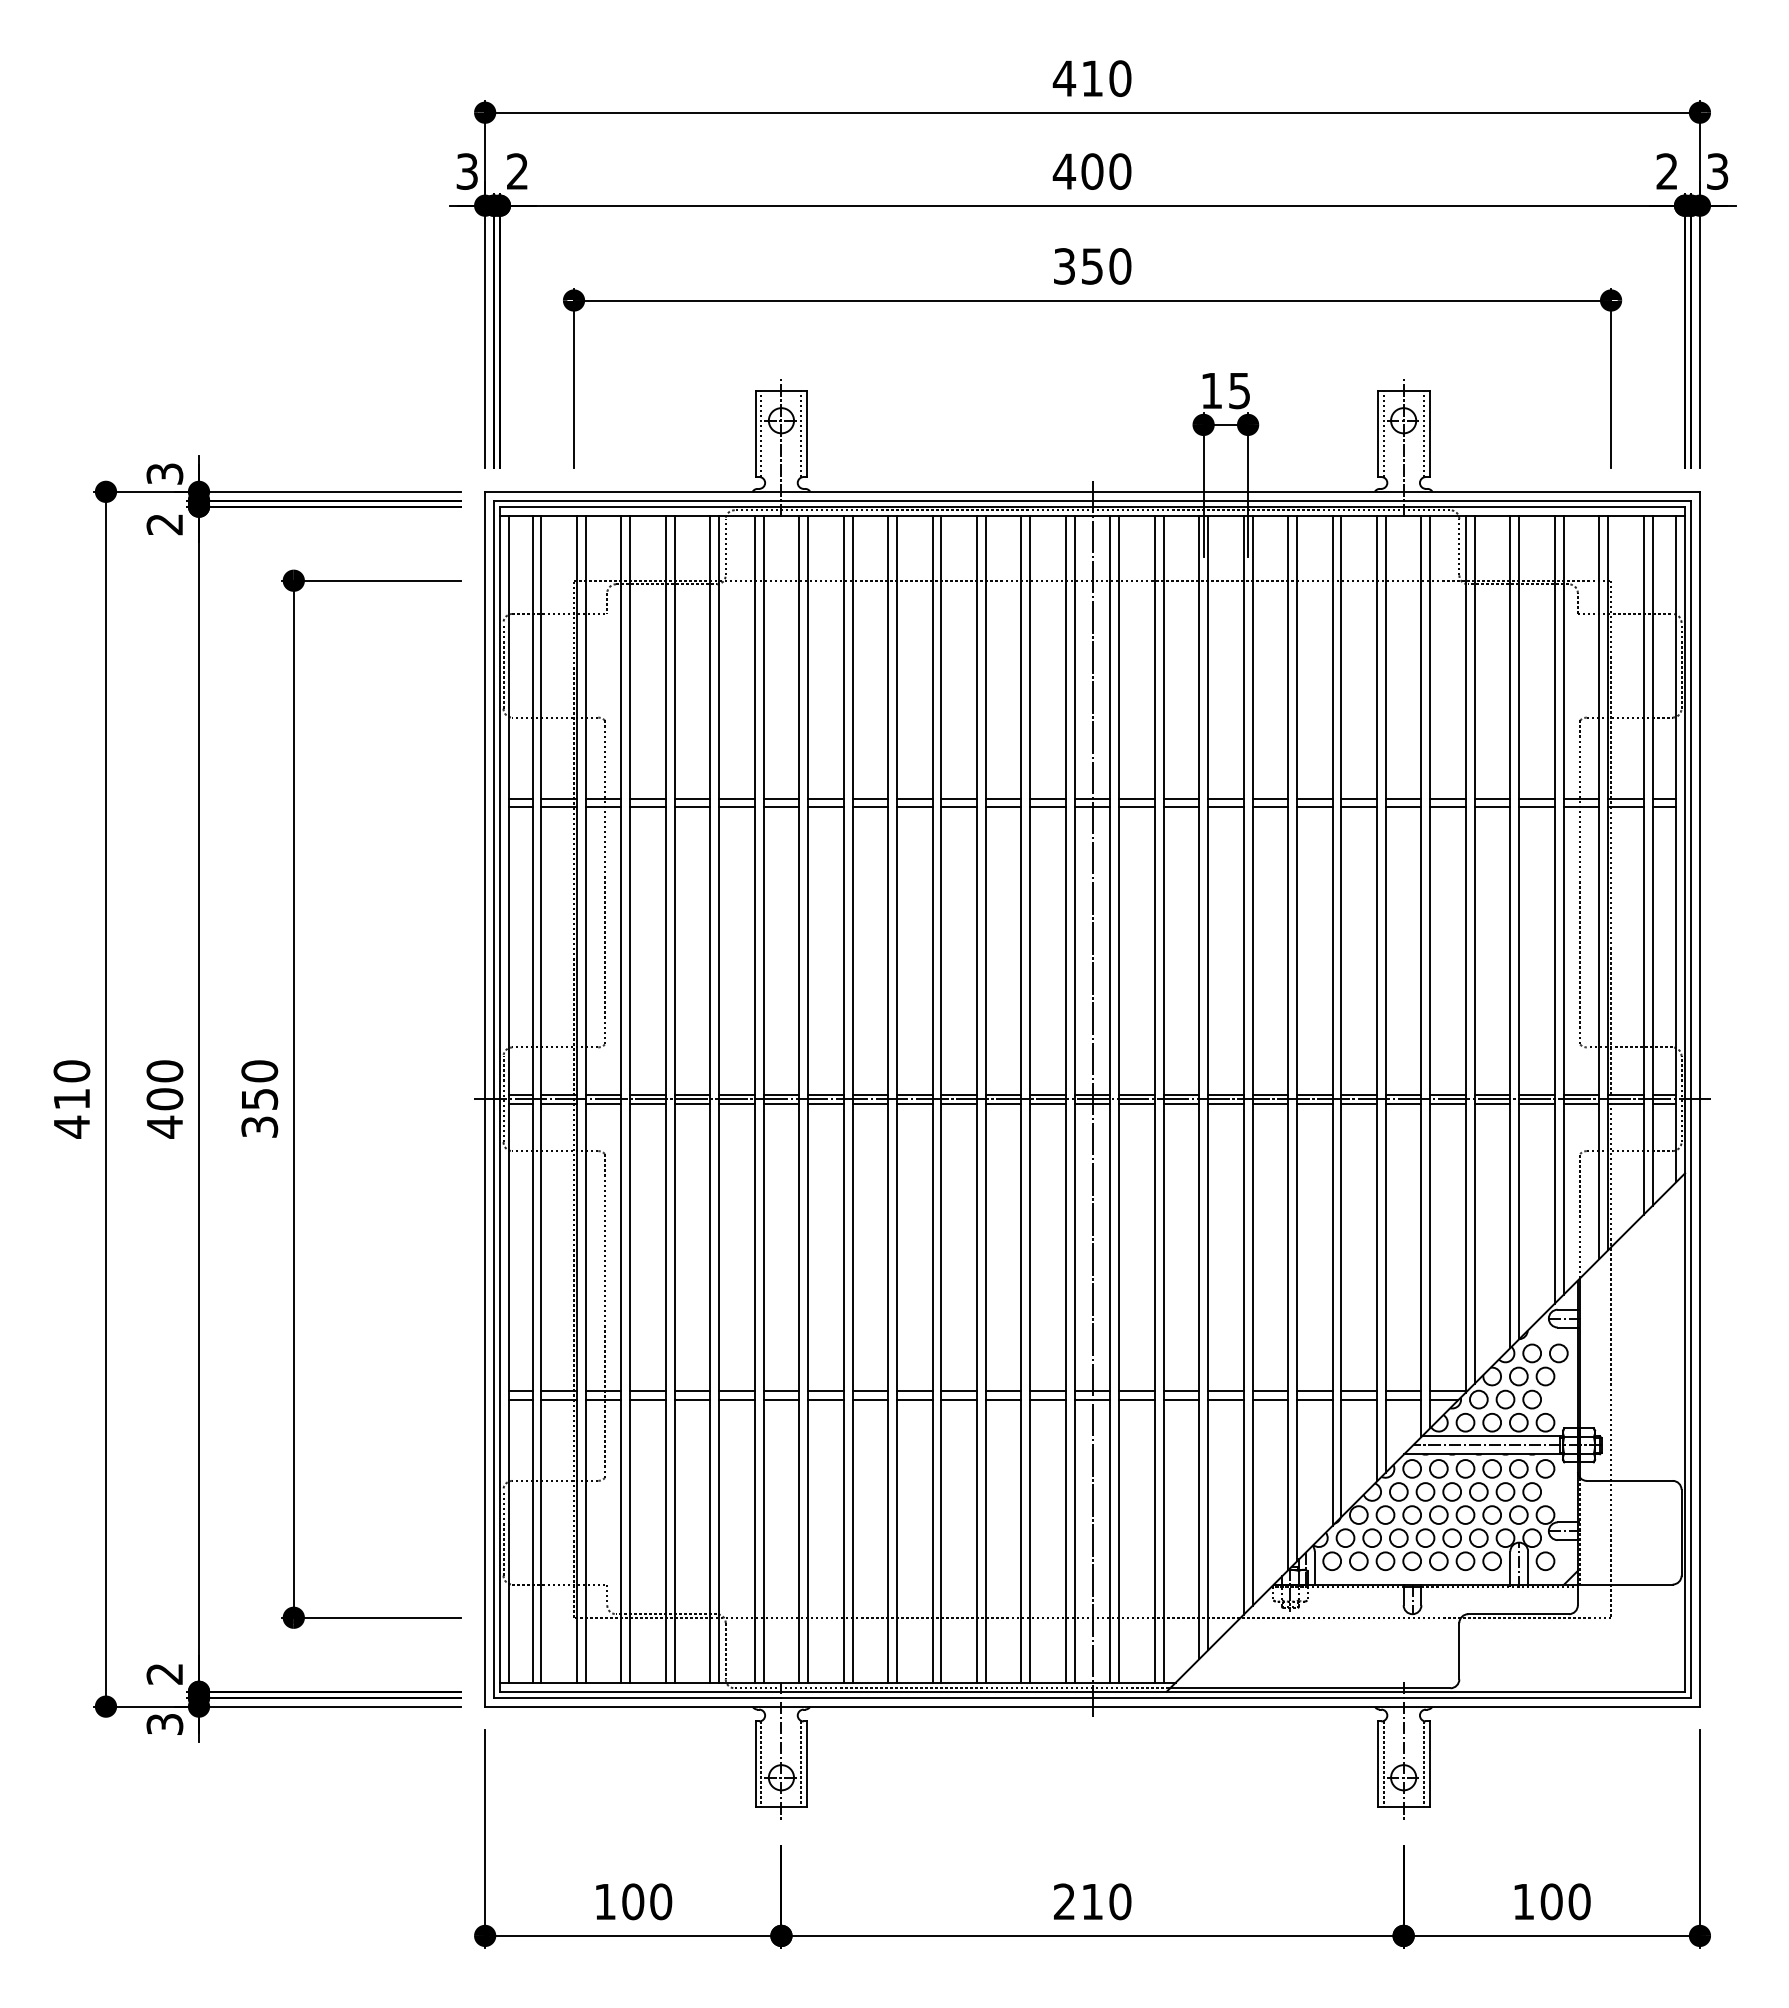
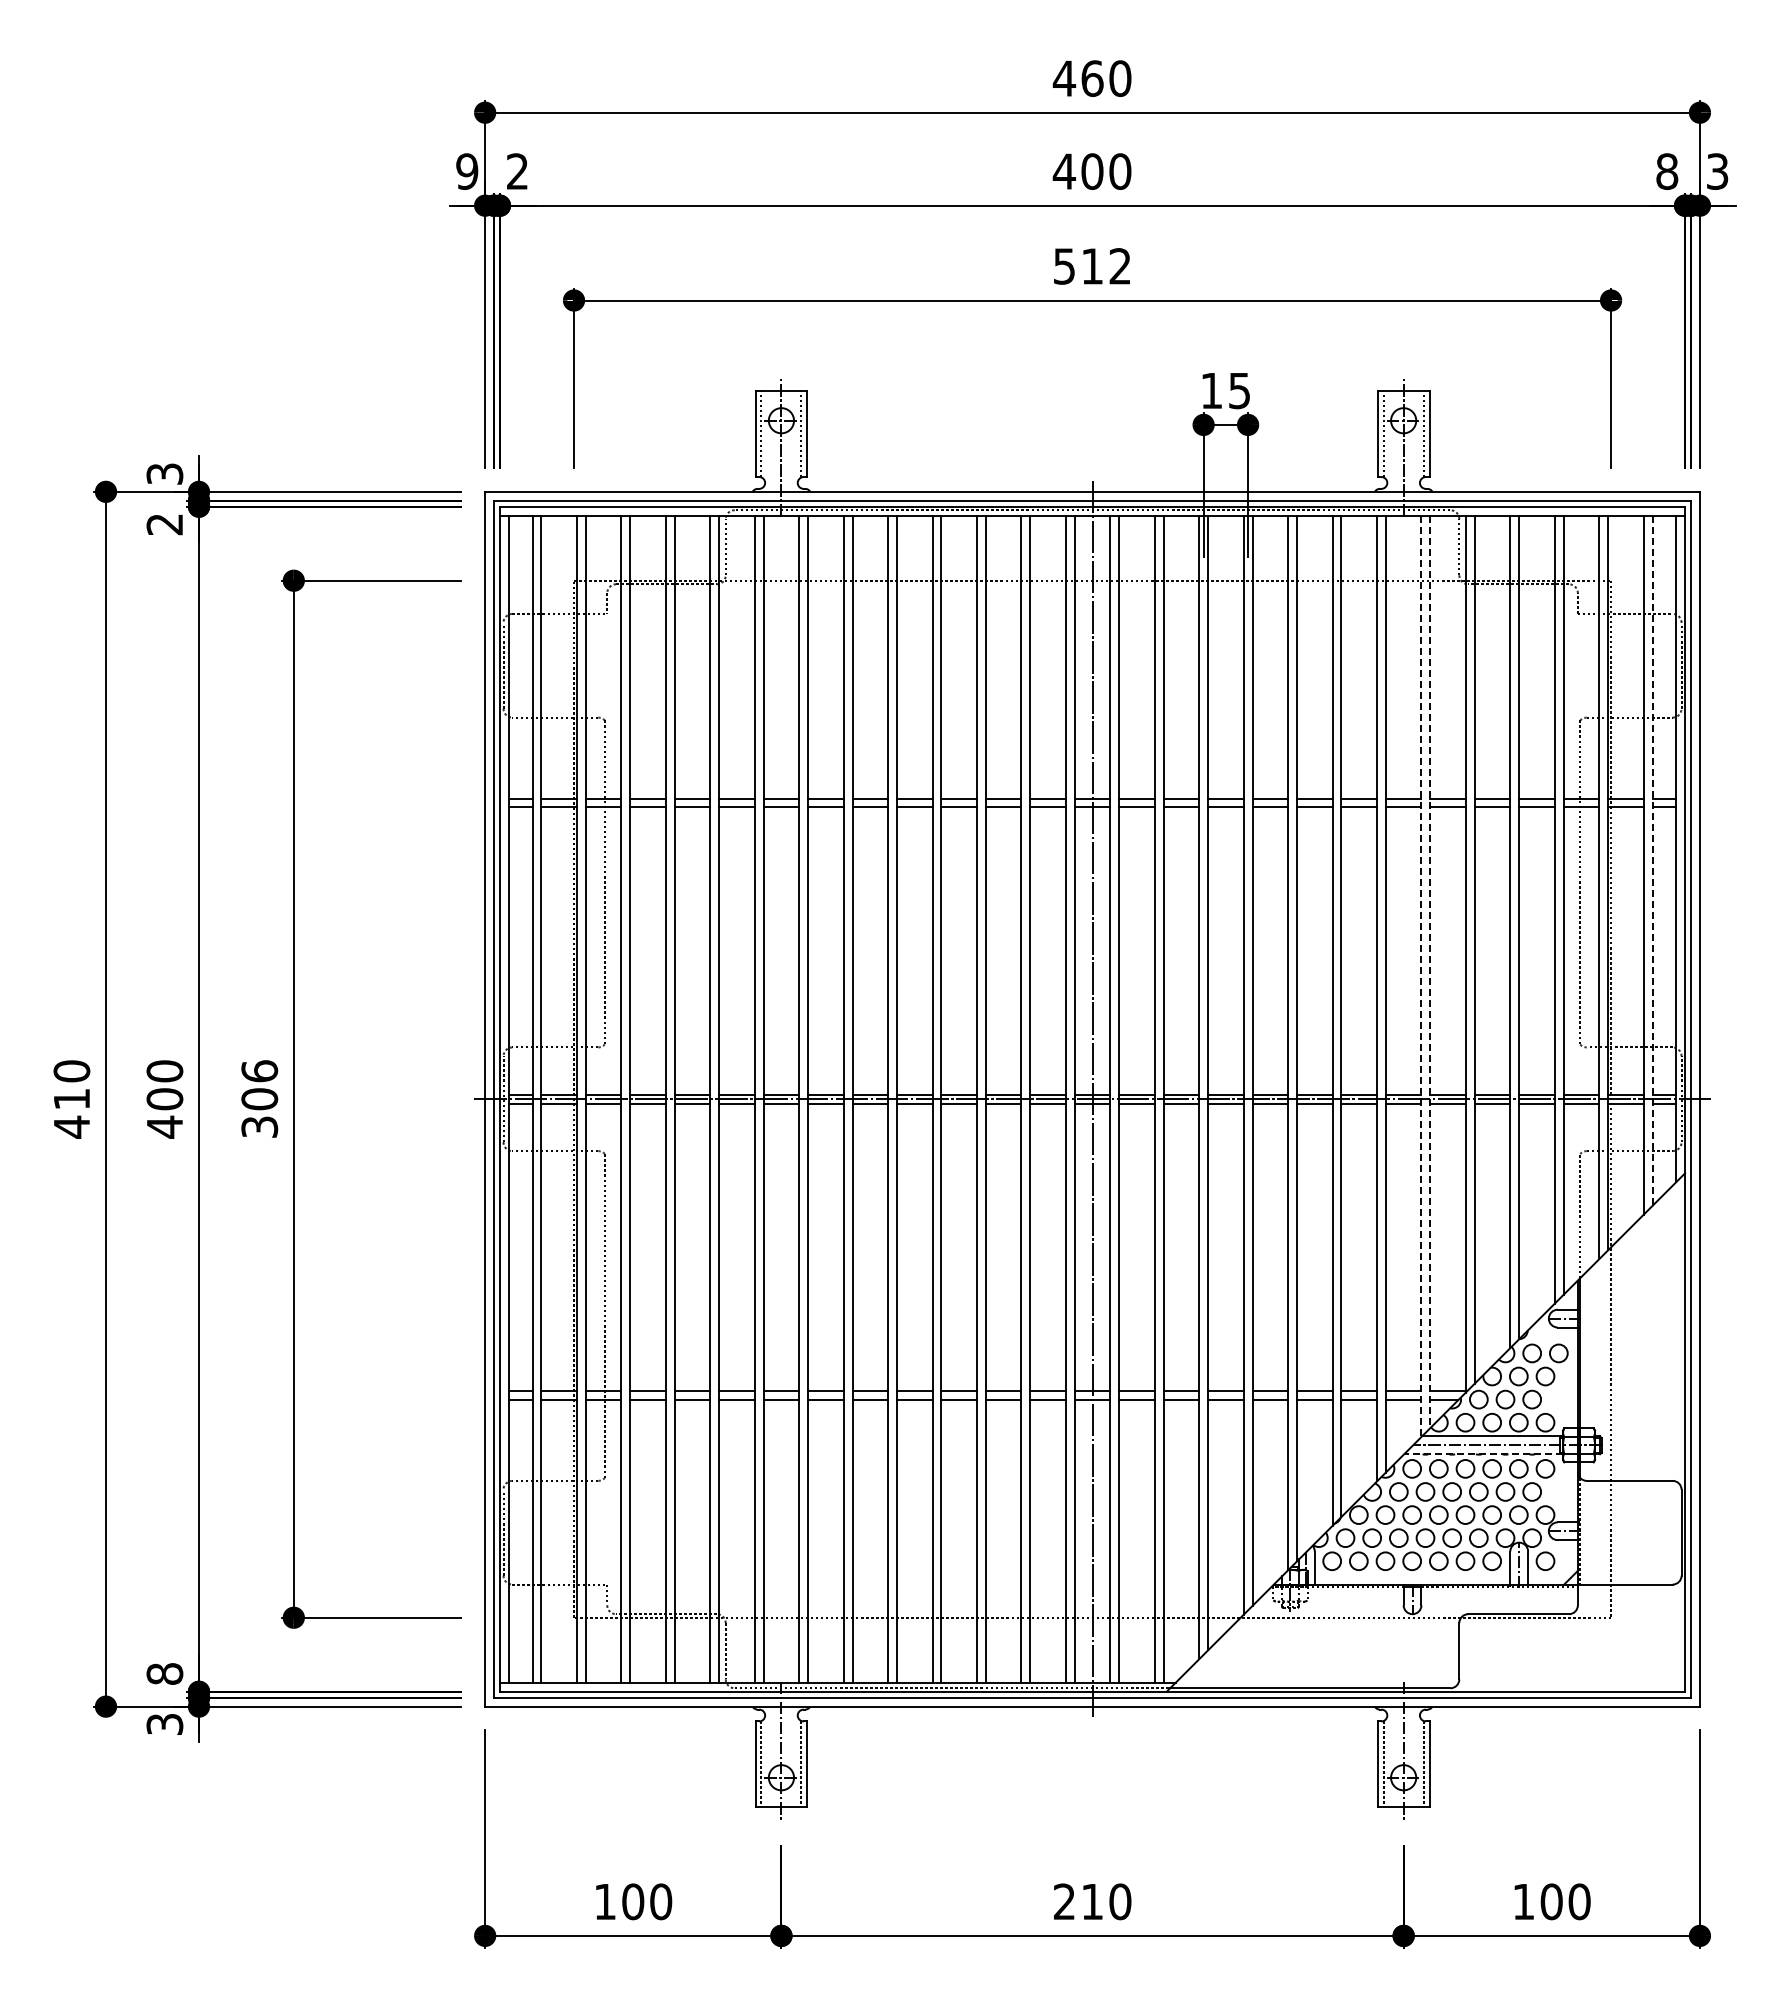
text at (1092, 78): 410 -> 460
text at (467, 171): 3 -> 9
text at (1667, 171): 2 -> 8
text at (1092, 266): 350 -> 512
line at (1652, 861): solid -> dashed
line at (1430, 972): solid -> dashed
line at (1421, 976): solid -> dashed
text at (259, 1085): 350 -> 306
line at (1483, 1454): solid -> dashed
text at (164, 1673): 2 -> 8
